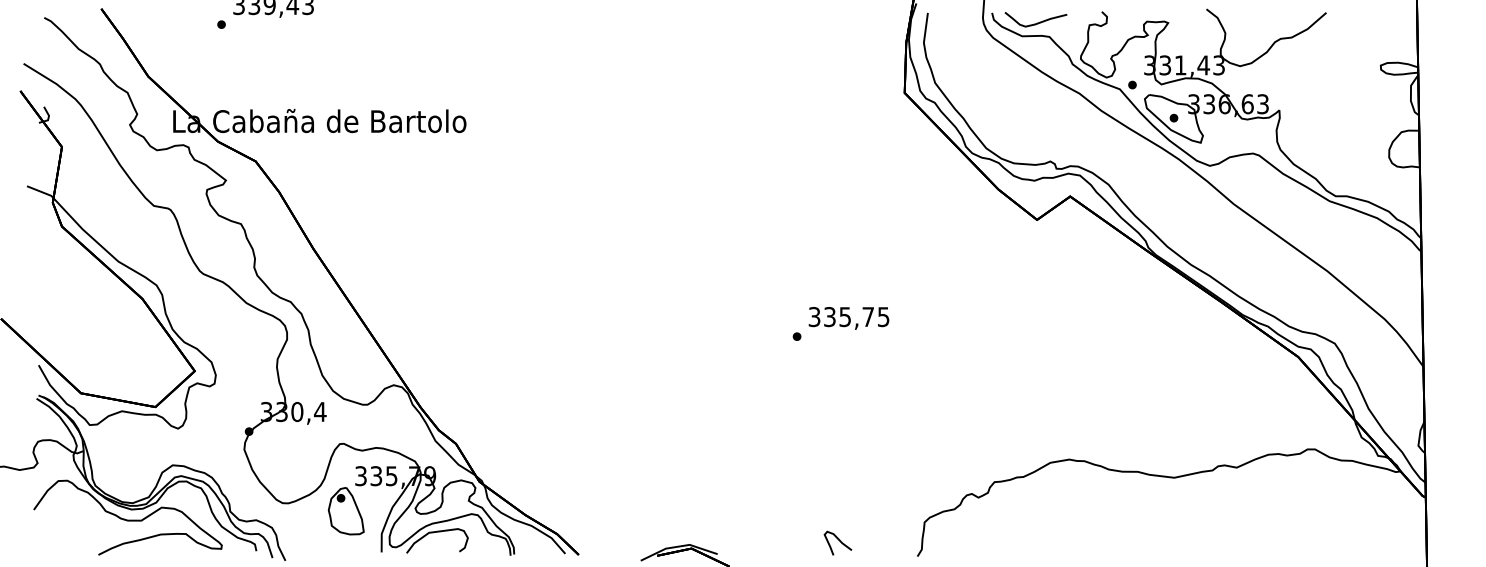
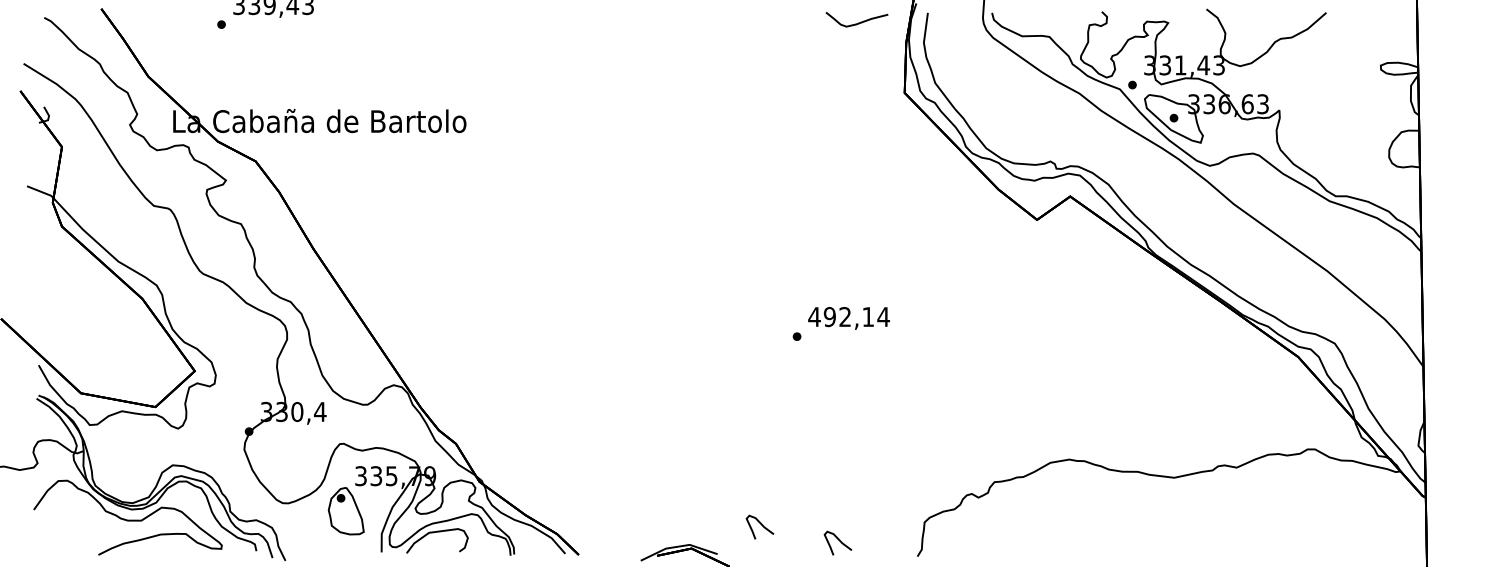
curve at (1037, 22) position: (1037, 22) -> (858, 22)
text at (848, 317): 335,75 -> 492,14
curve at (760, 524): none -> present
